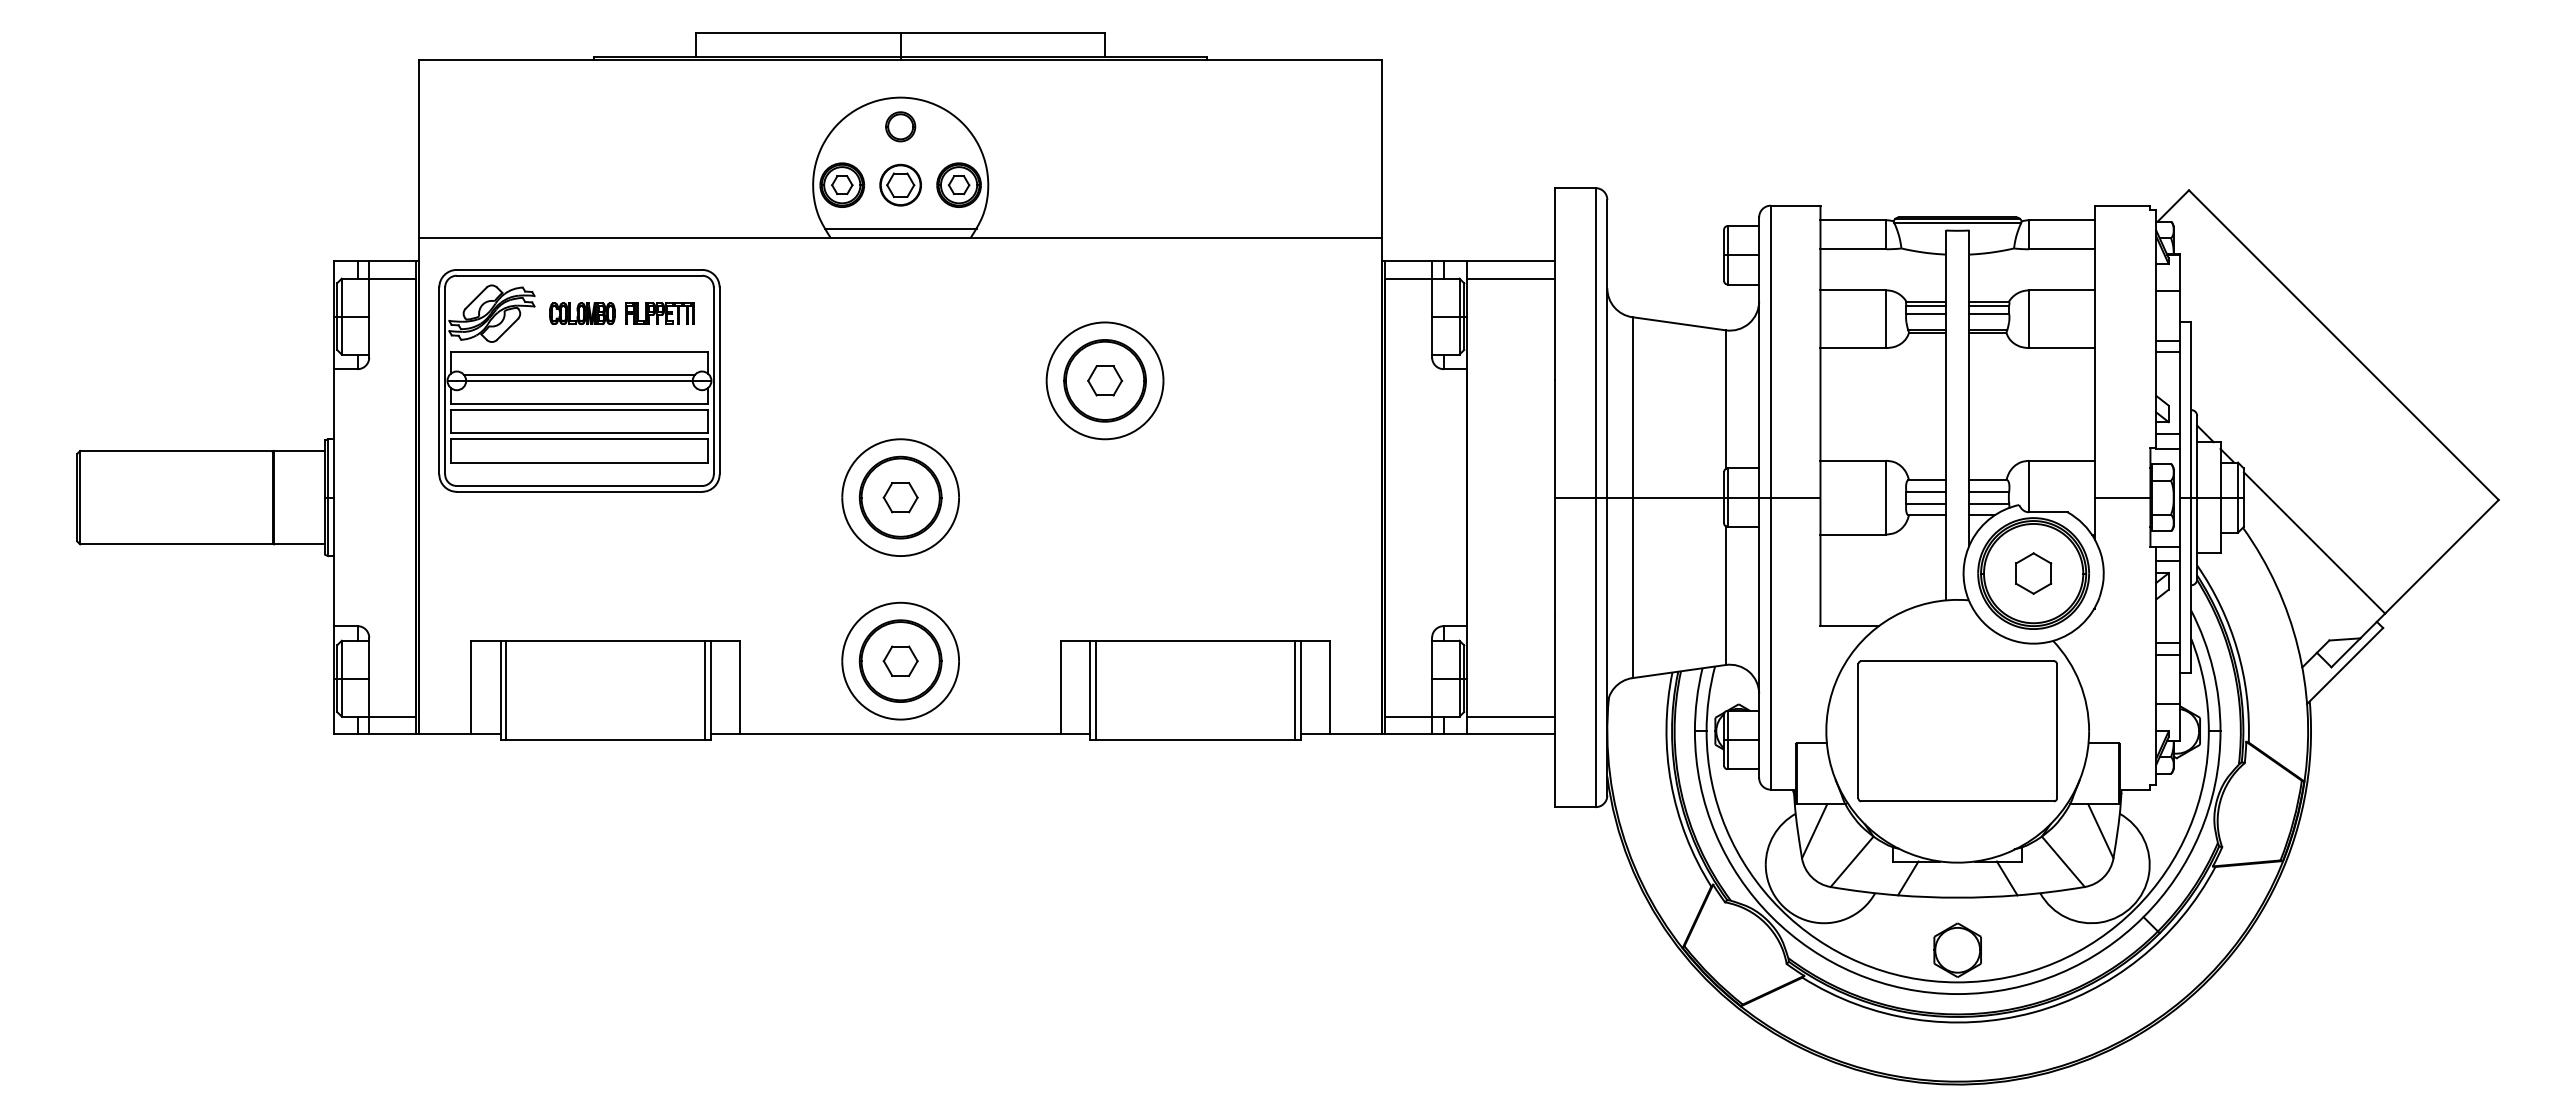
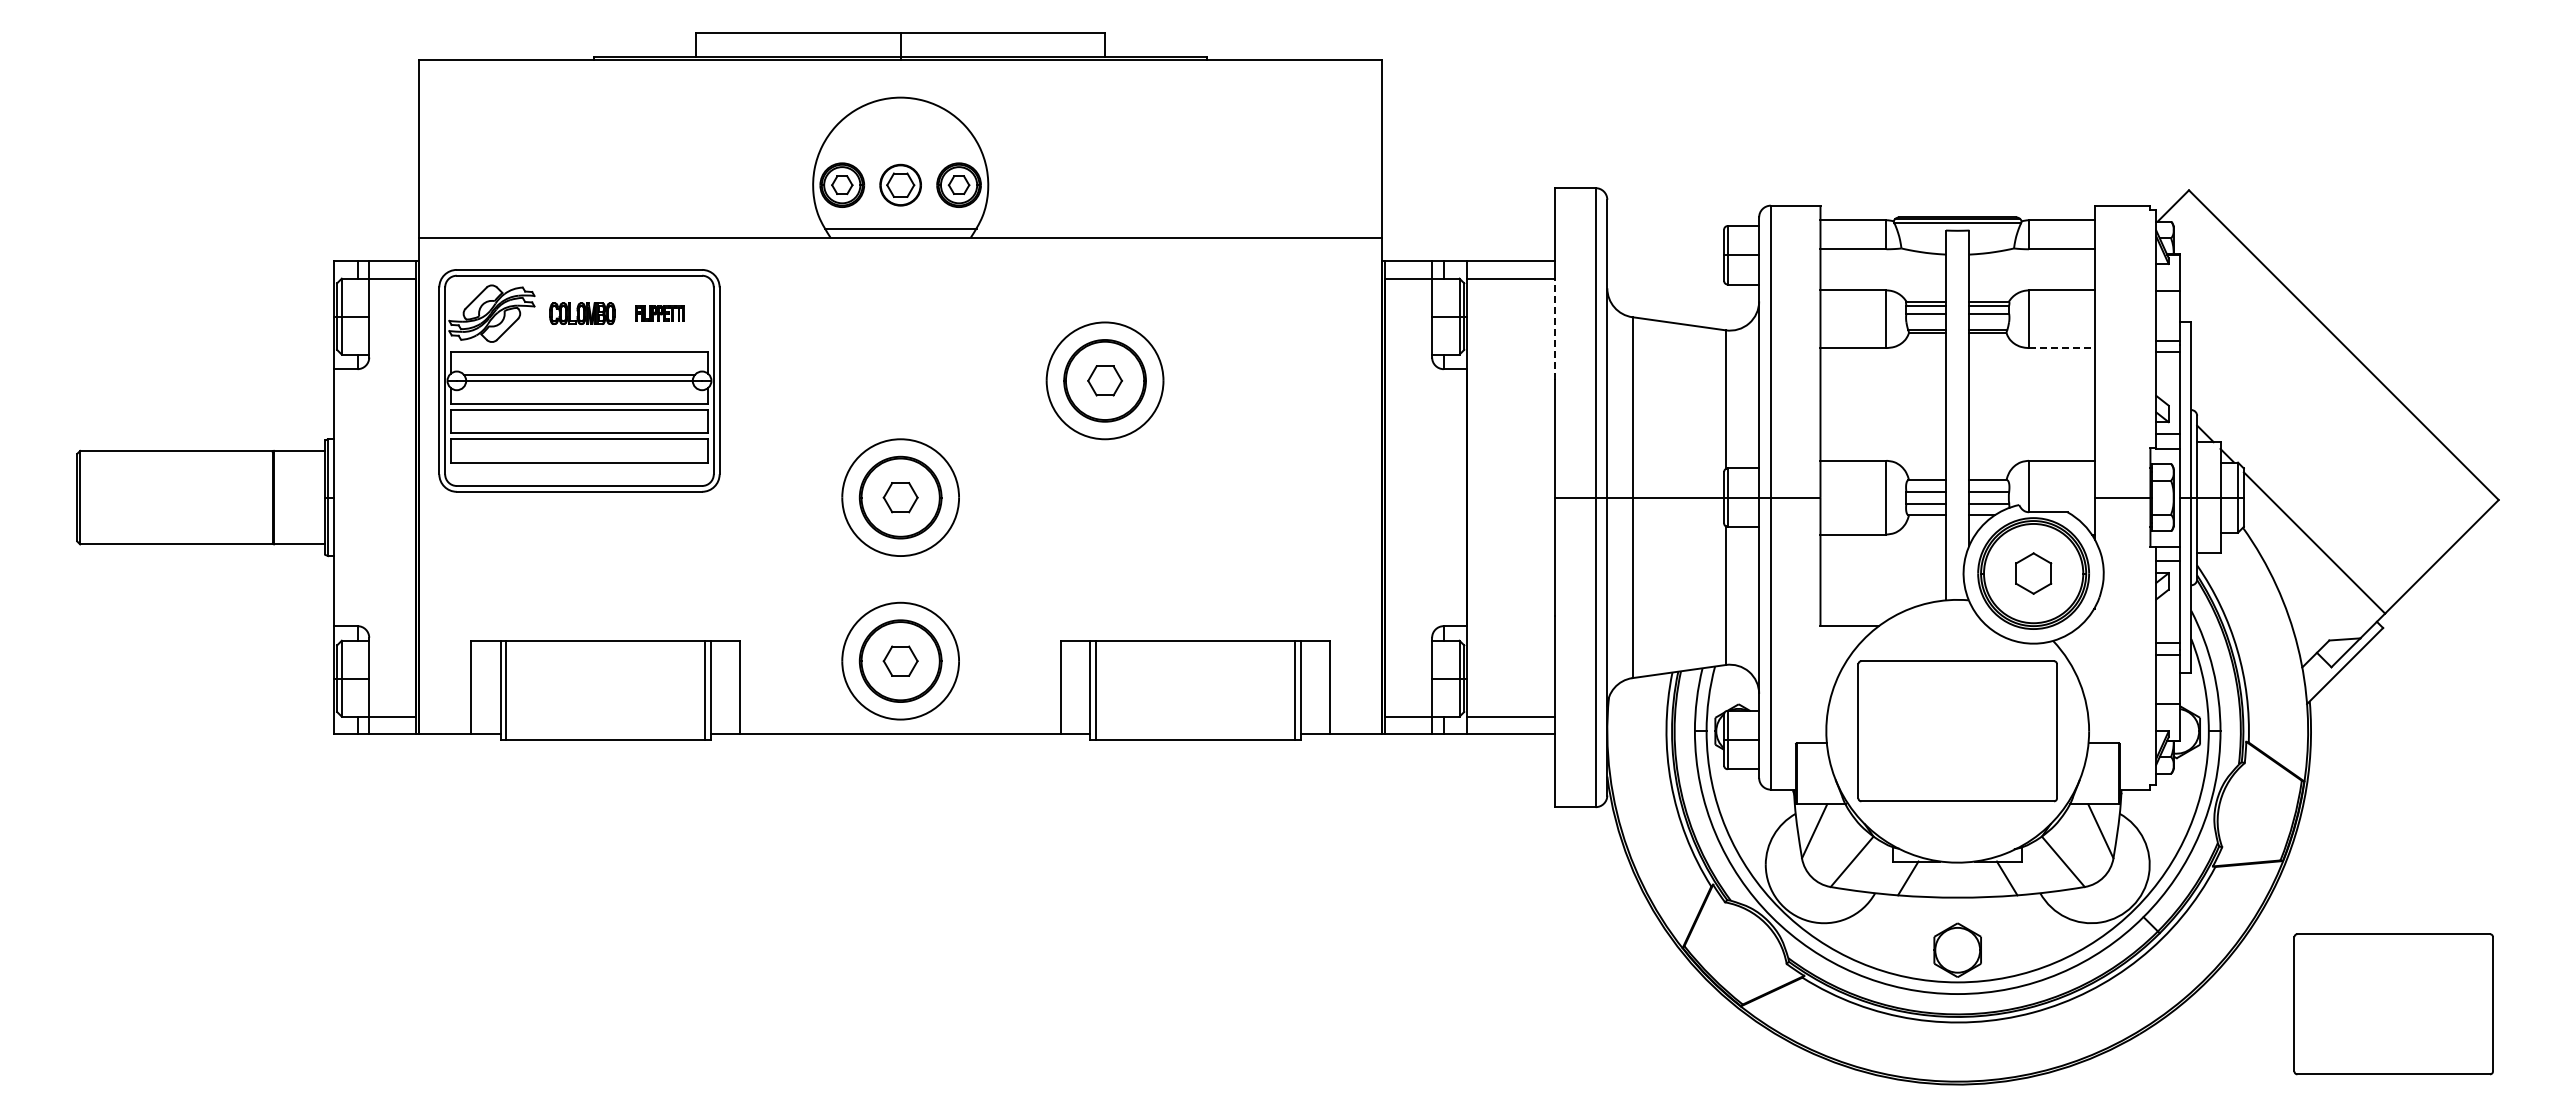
part at (900, 126): present -> none
part at (659, 313) size: 70x23 px -> 50x17 px
line at (1554, 329): solid -> dashed
line at (2061, 348): solid -> dashed
part at (2393, 1004): none -> present
